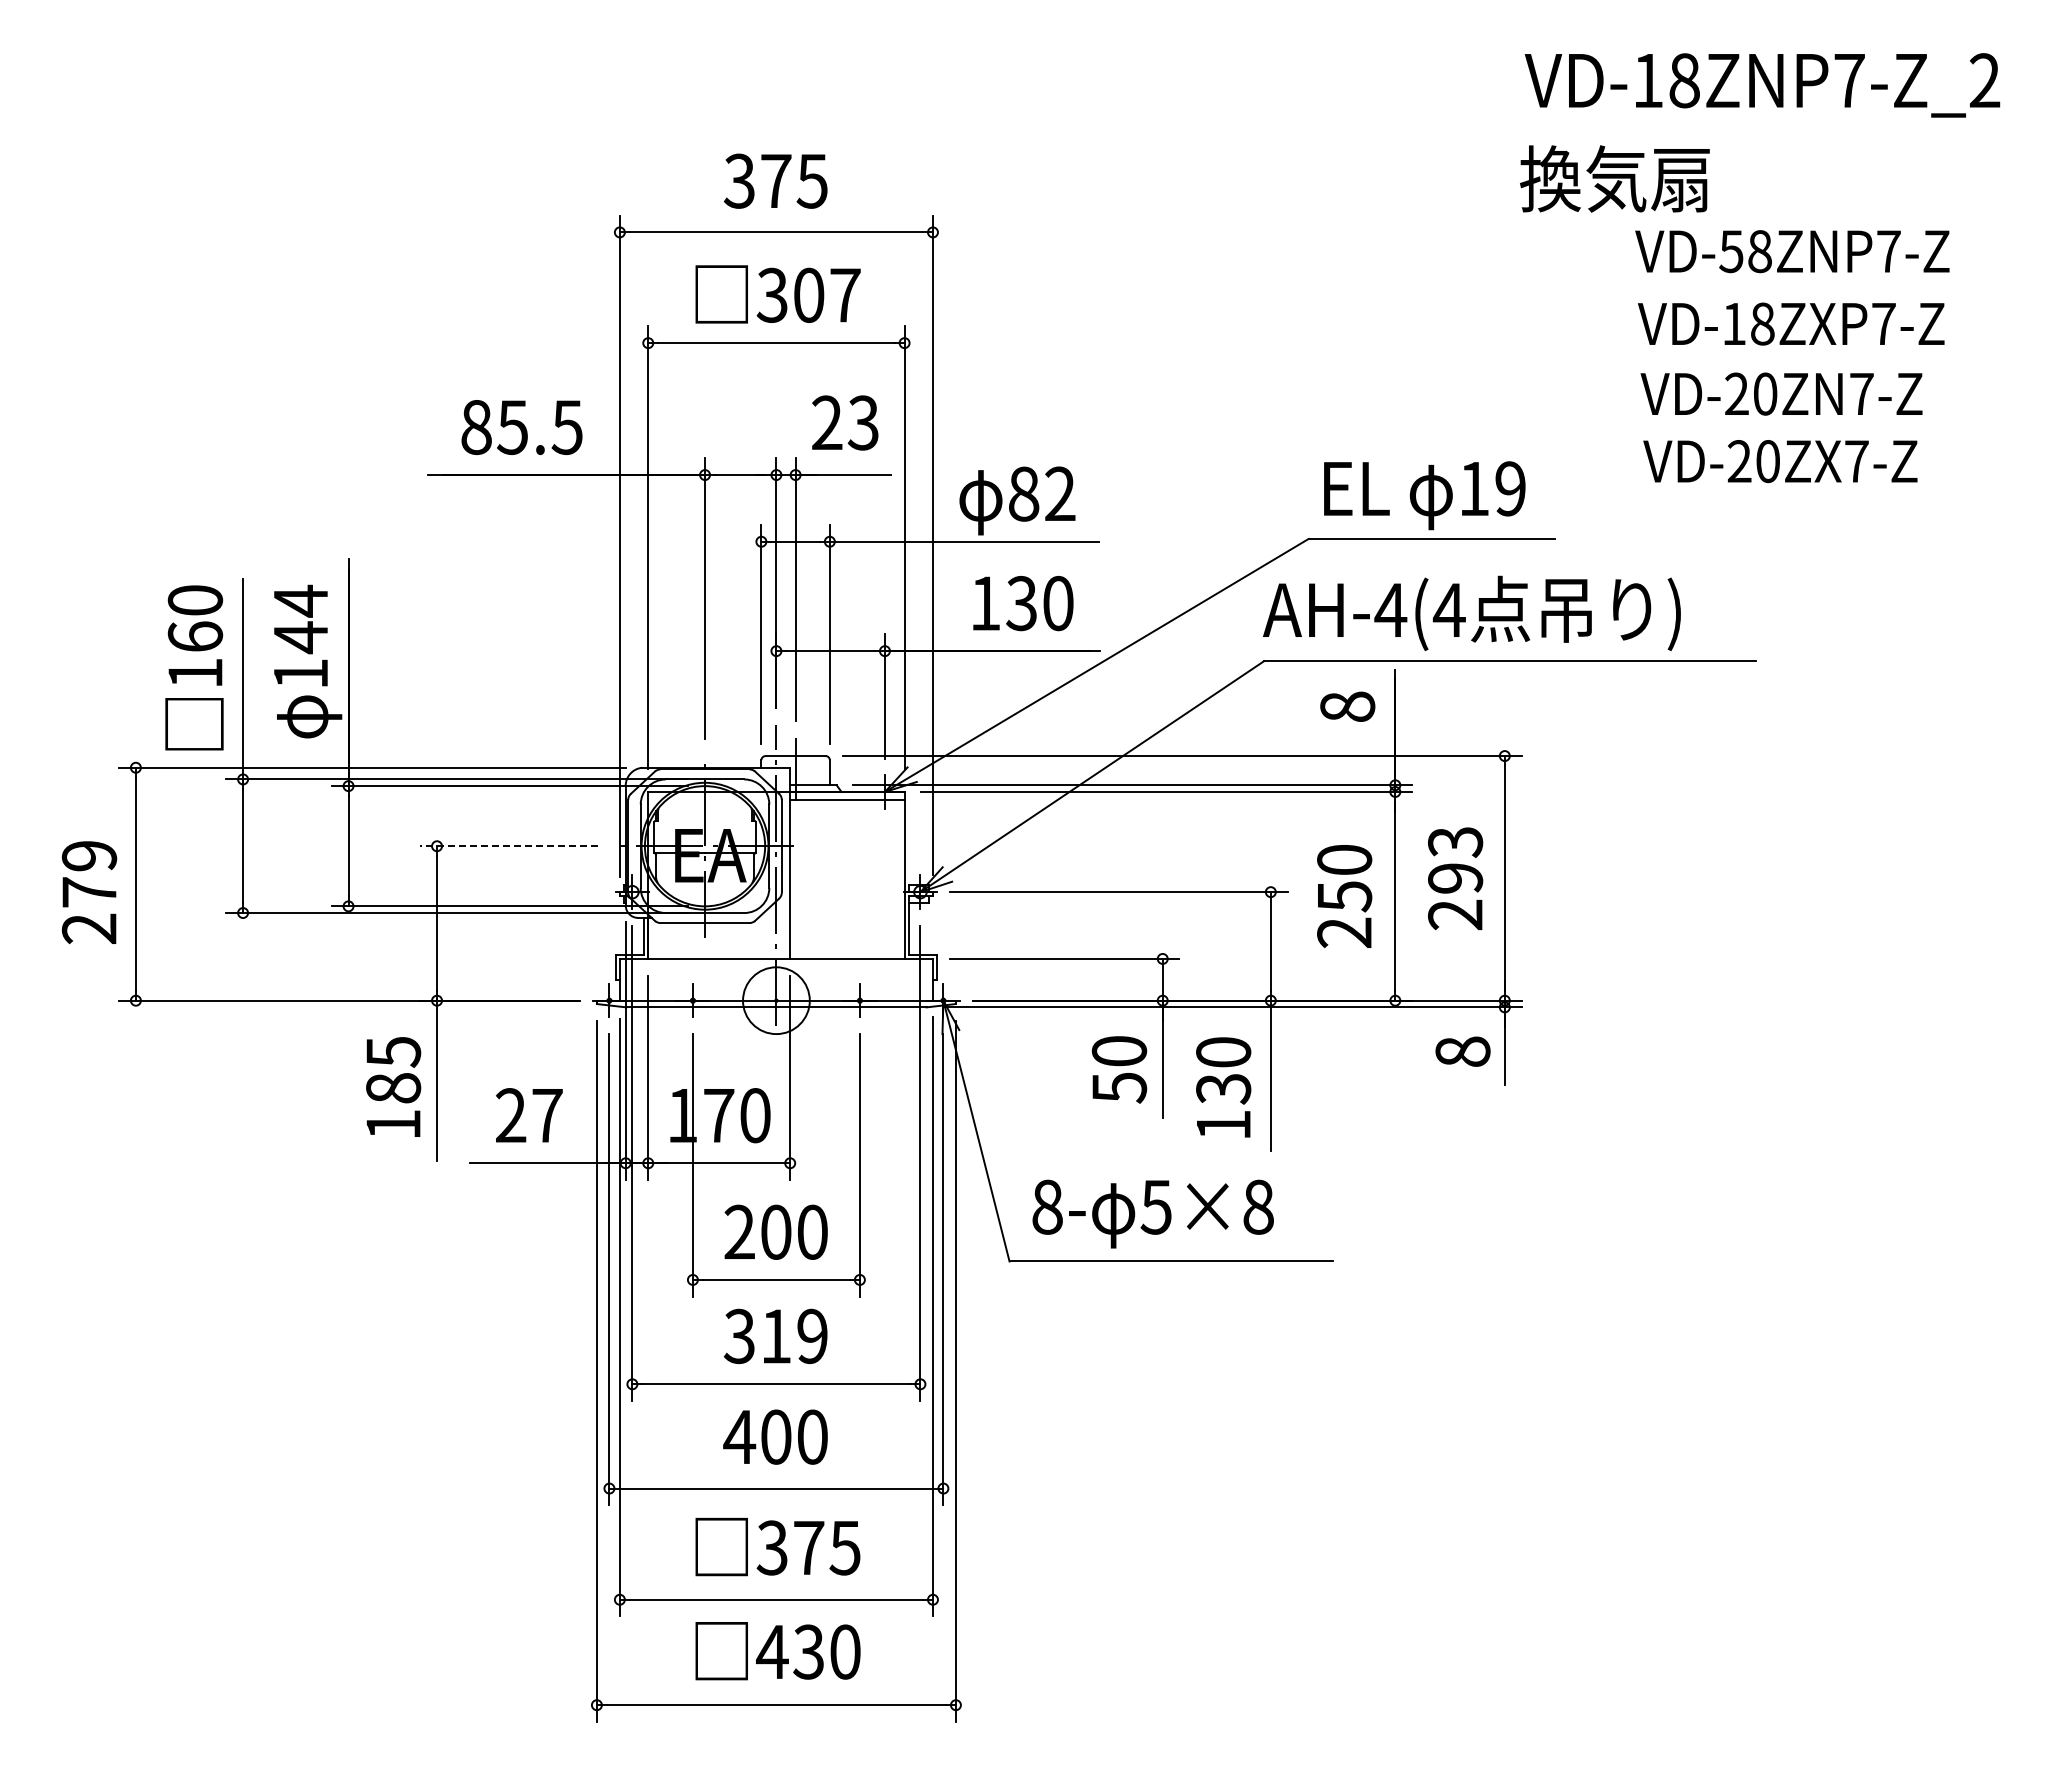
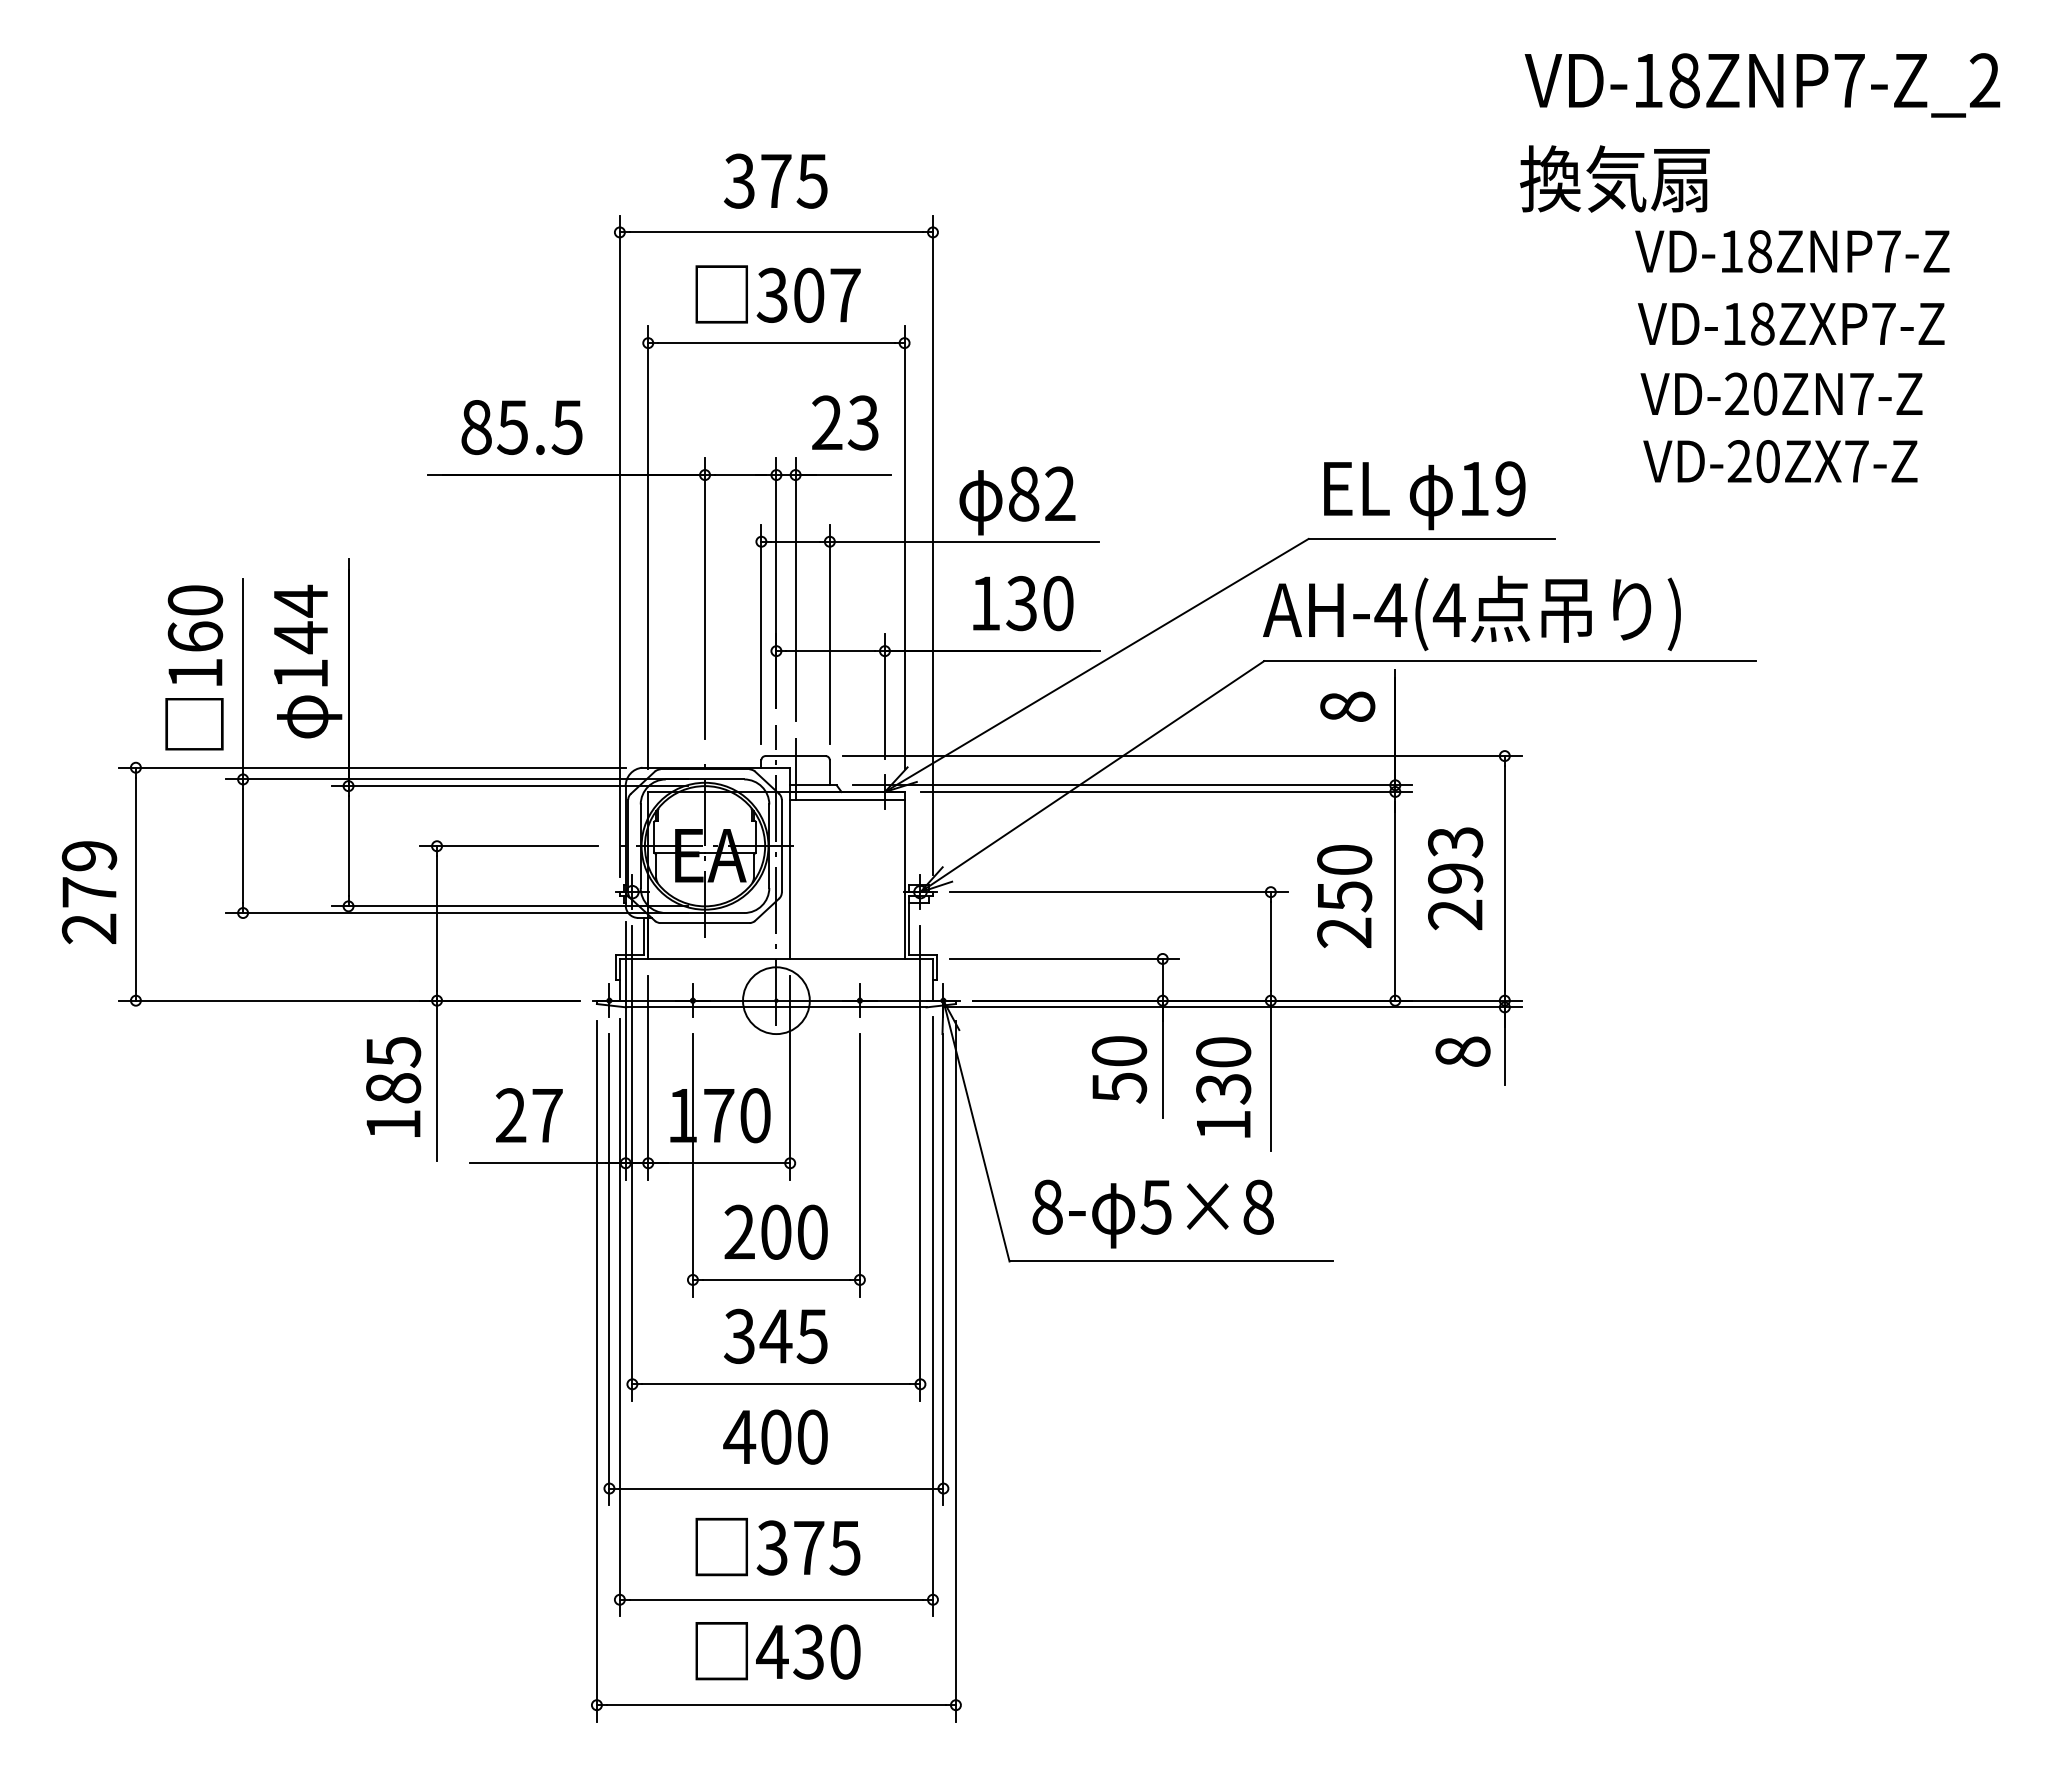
text at (1731, 251): VD-58ZNP7-Z -> VD-18ZNP7-Z
line at (509, 846): dashed -> solid
text at (793, 1336): 319 -> 345
